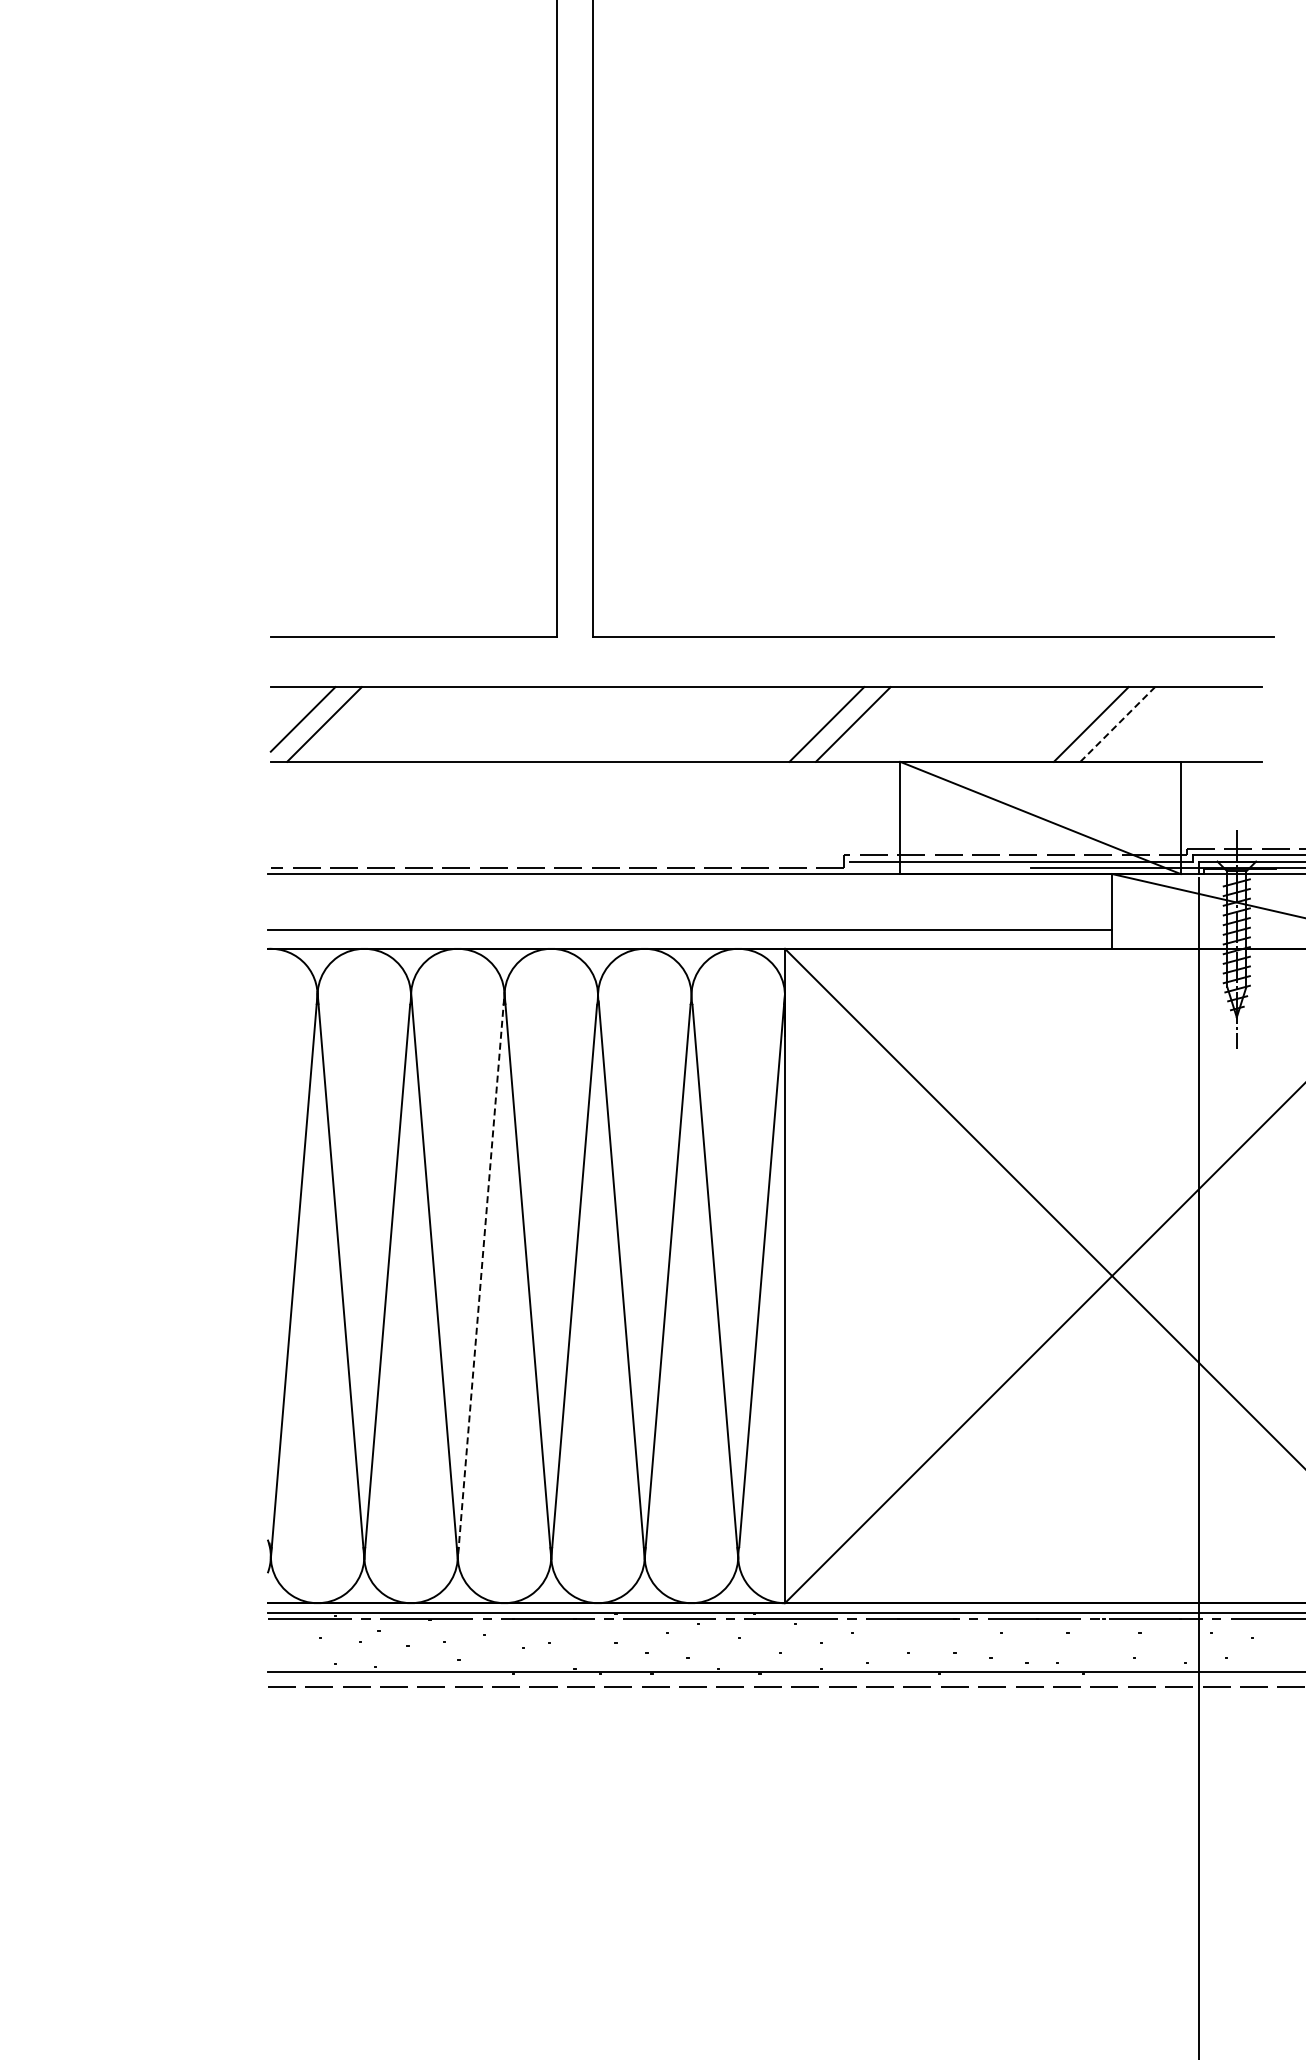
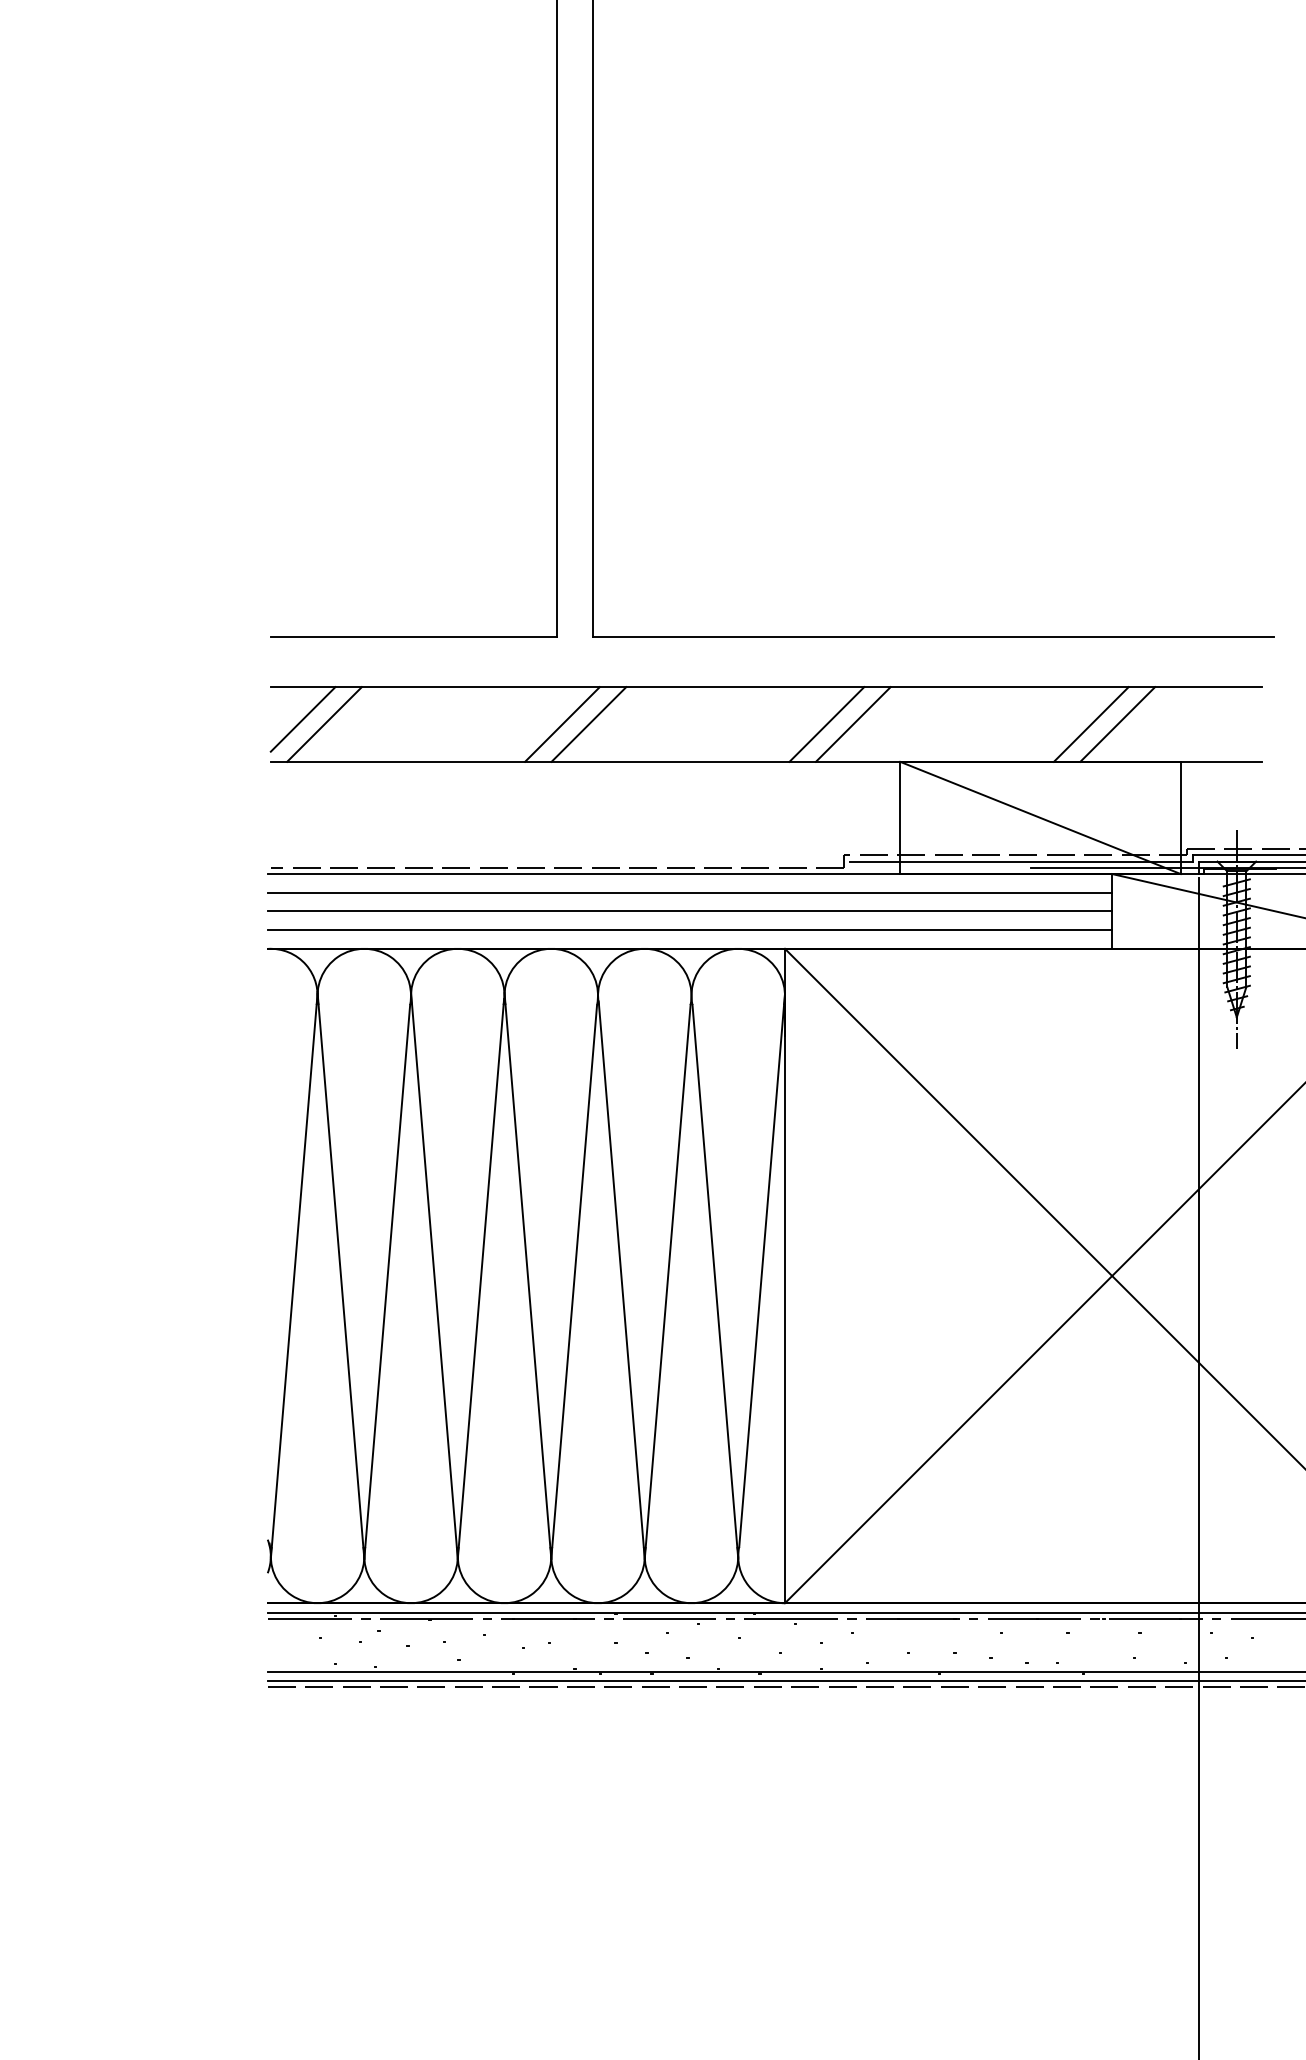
line at (562, 724): none -> present
line at (588, 724): none -> present
line at (1117, 724): dashed -> solid
line at (689, 892): none -> present
line at (689, 911): none -> present
line at (480, 1278): dashed -> solid
line at (784, 1681): none -> present
